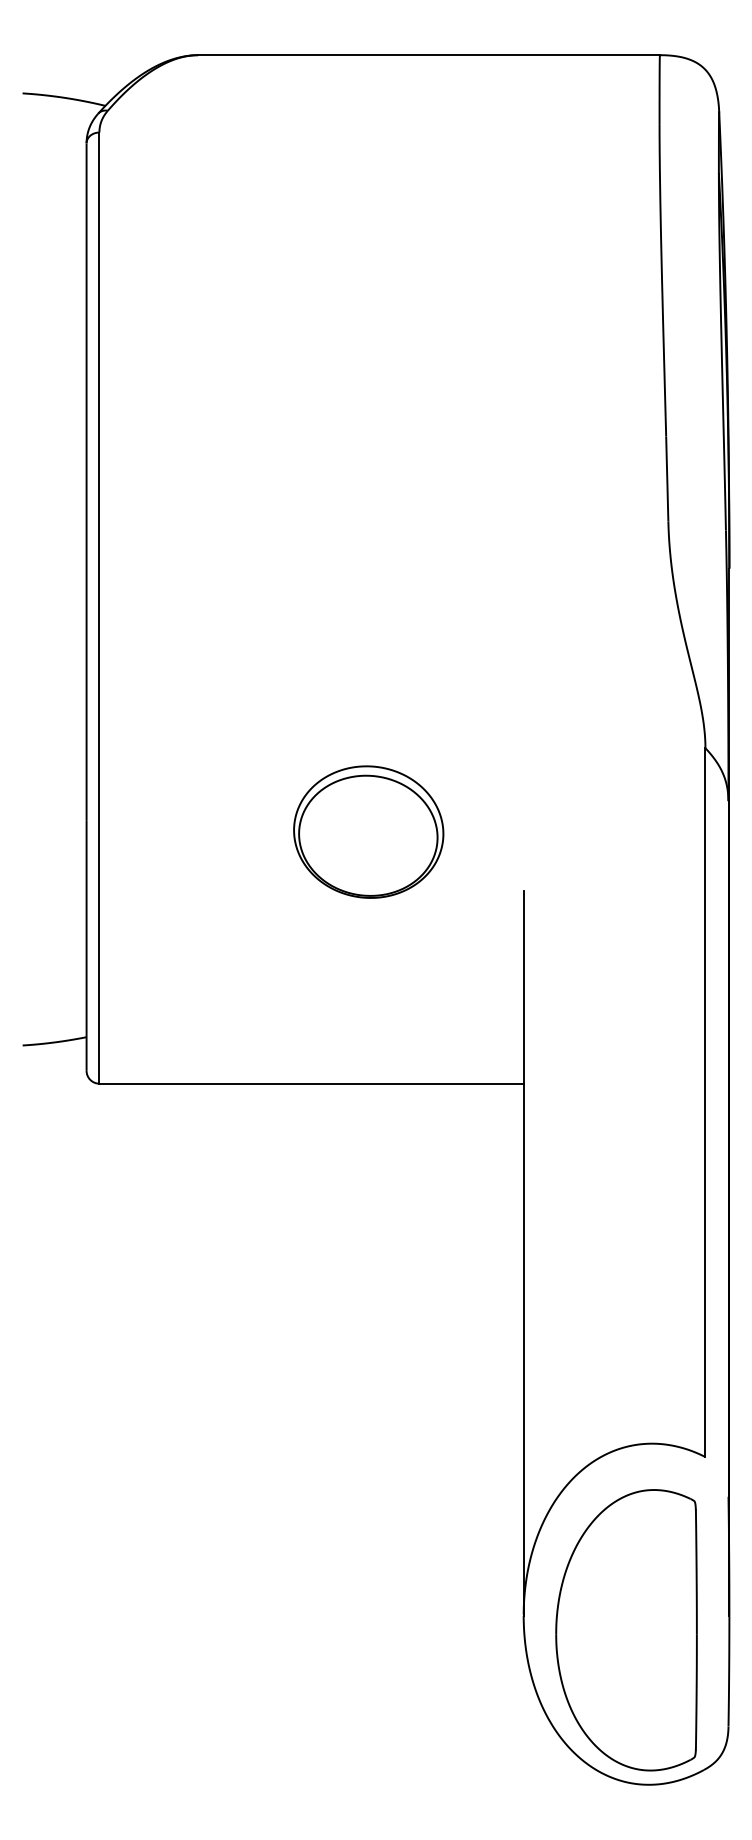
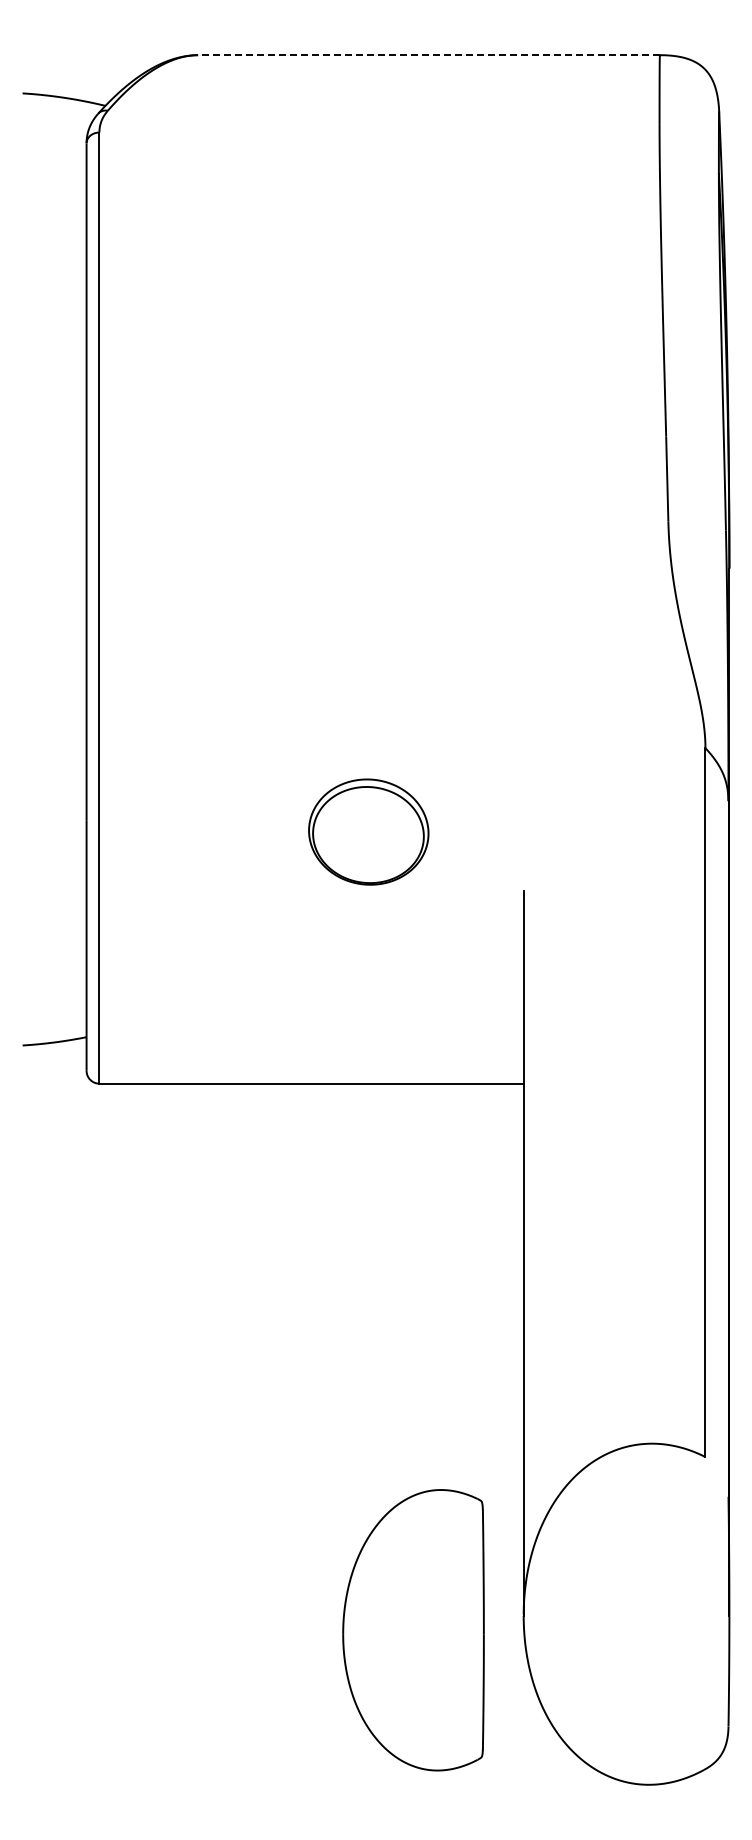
line at (429, 55): solid -> dashed
part at (368, 831) size: 152x134 px -> 122x108 px
part at (626, 1630) position: (626, 1630) -> (413, 1630)
